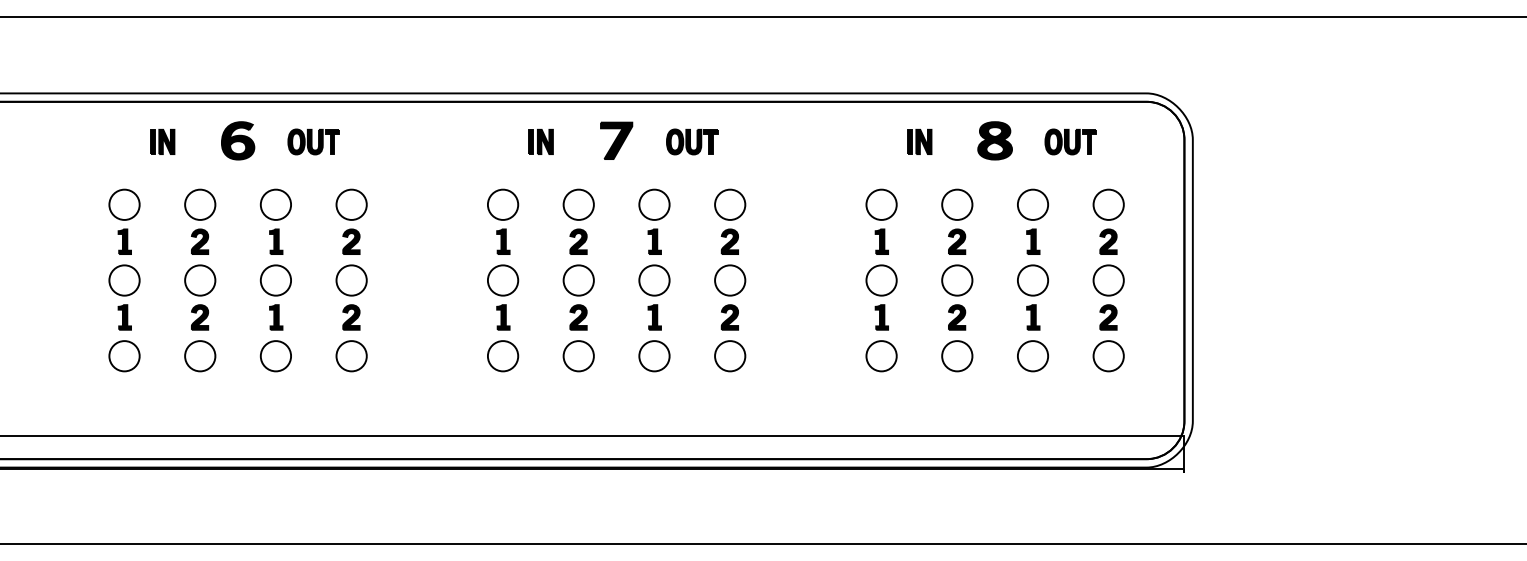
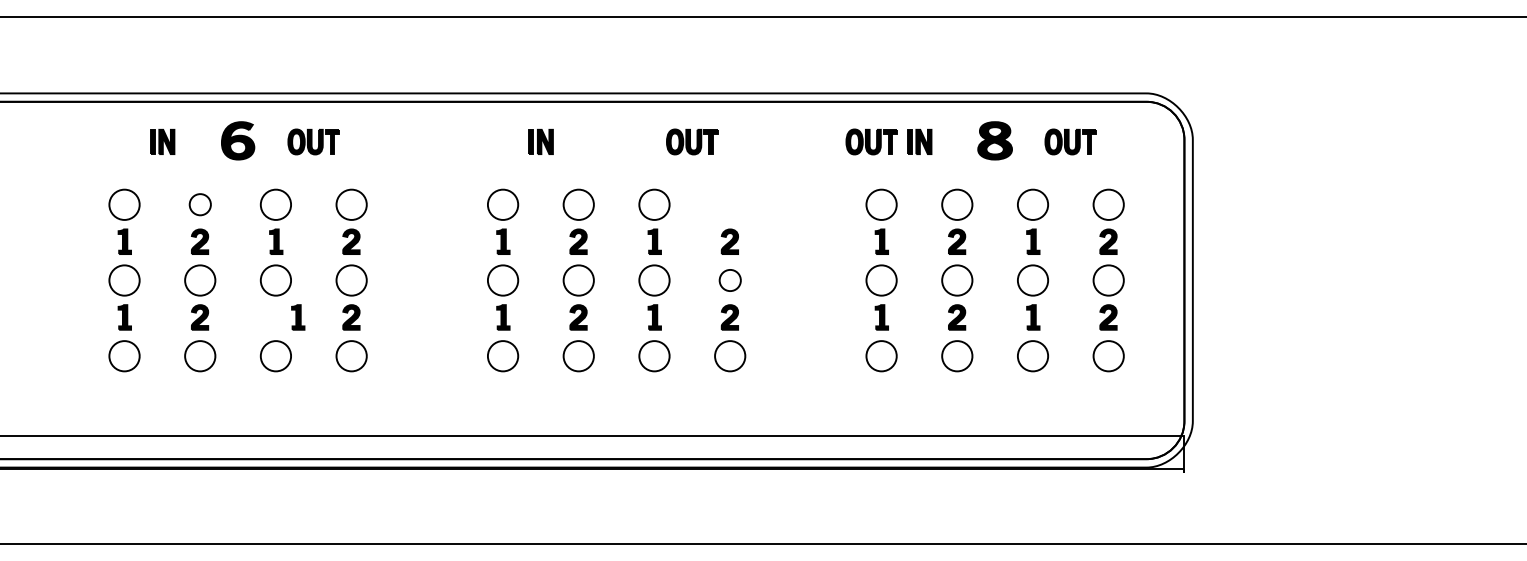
part at (616, 140): present -> none
part at (871, 141): none -> present
part at (200, 204) size: 33x33 px -> 24x24 px
part at (730, 204): present -> none
part at (730, 280) size: 33x33 px -> 24x23 px
part at (276, 317) position: (276, 317) -> (298, 317)
